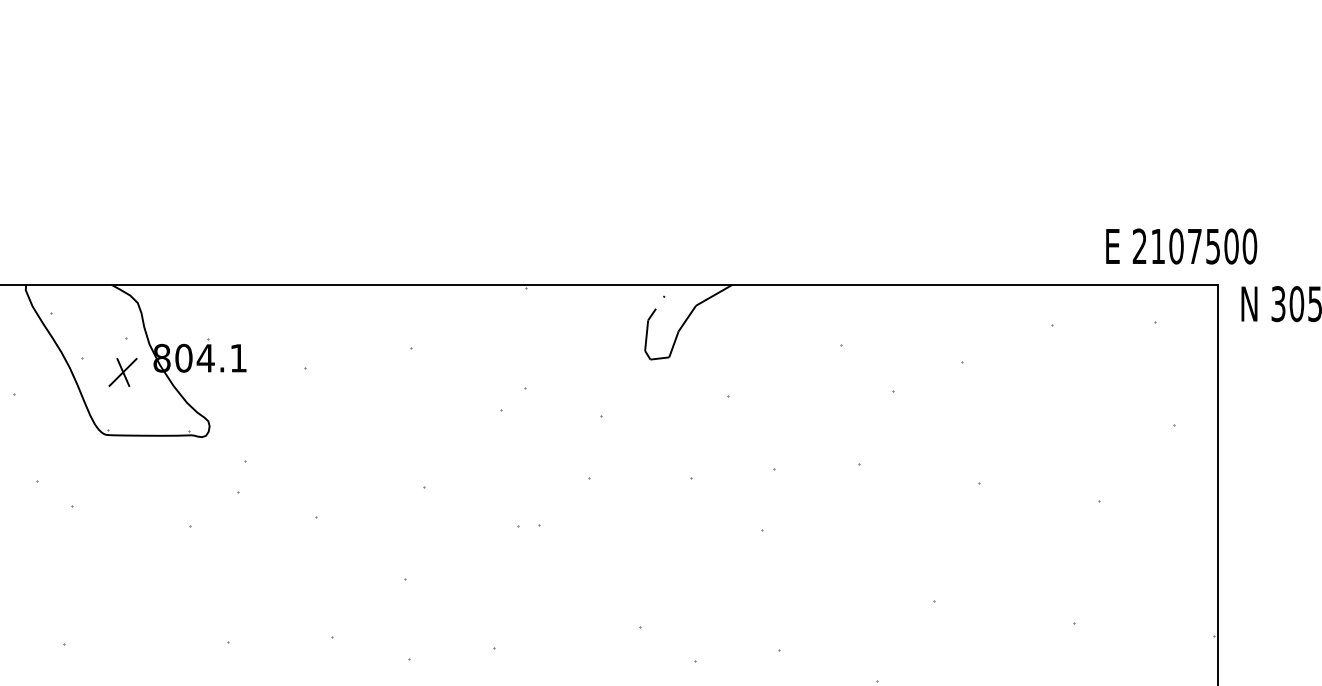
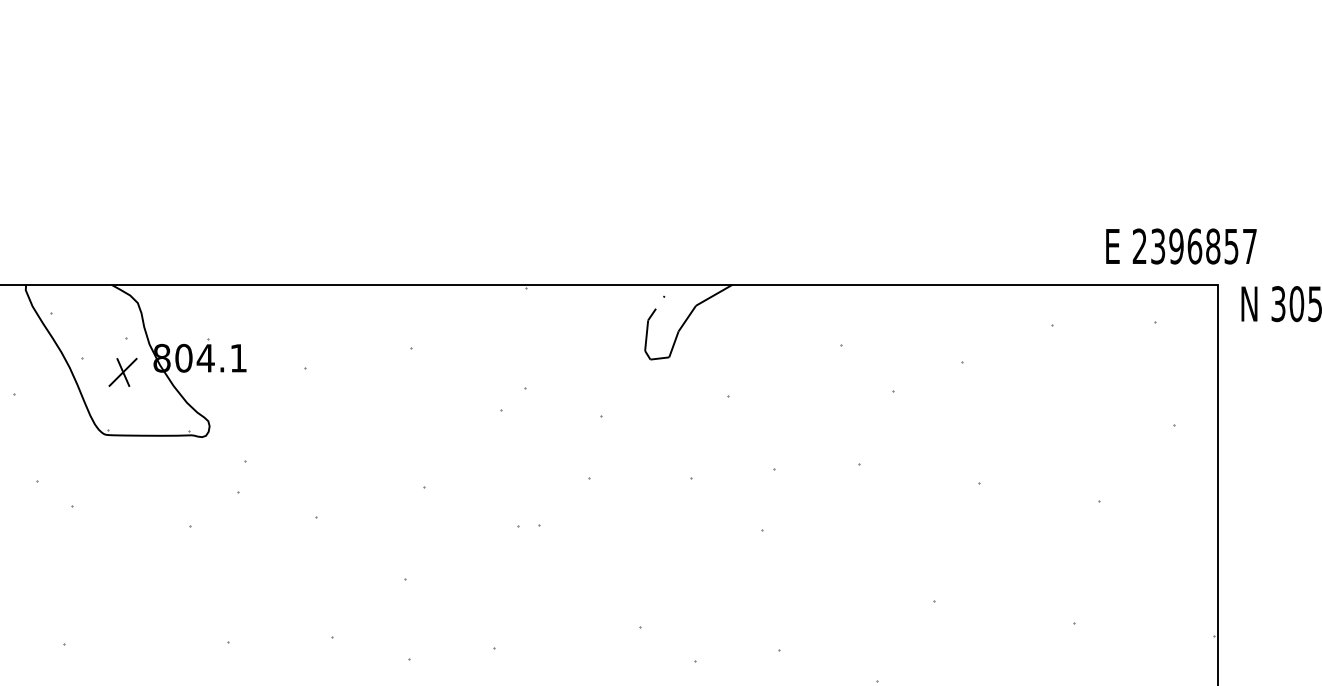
text at (1204, 246): 2107500 -> 2396857
